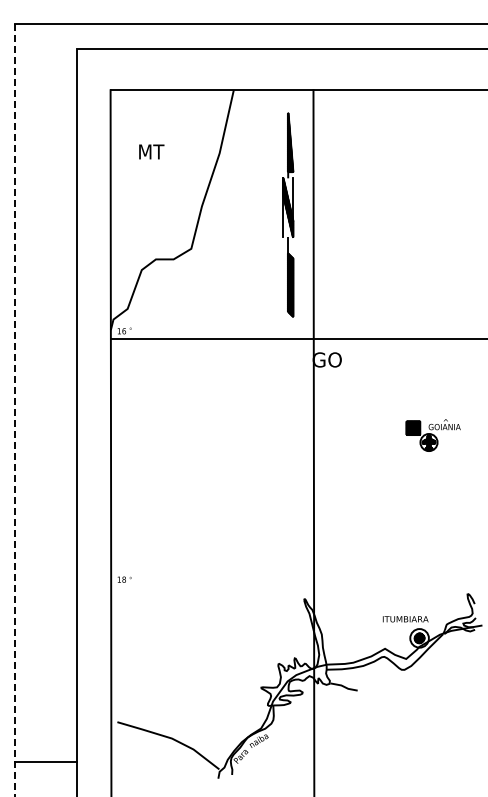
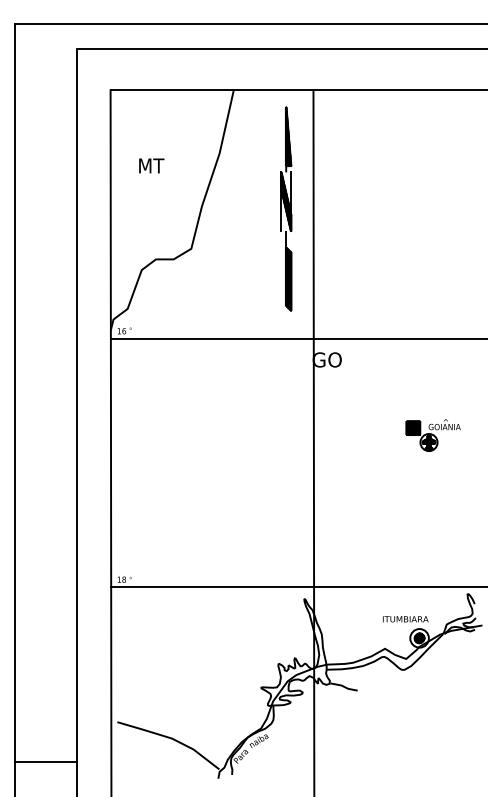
text at (151, 151) position: (151, 151) -> (151, 165)
part at (288, 214) position: (288, 214) -> (286, 208)
line at (14, 410): dashed -> solid
line at (297, 587): none -> present
